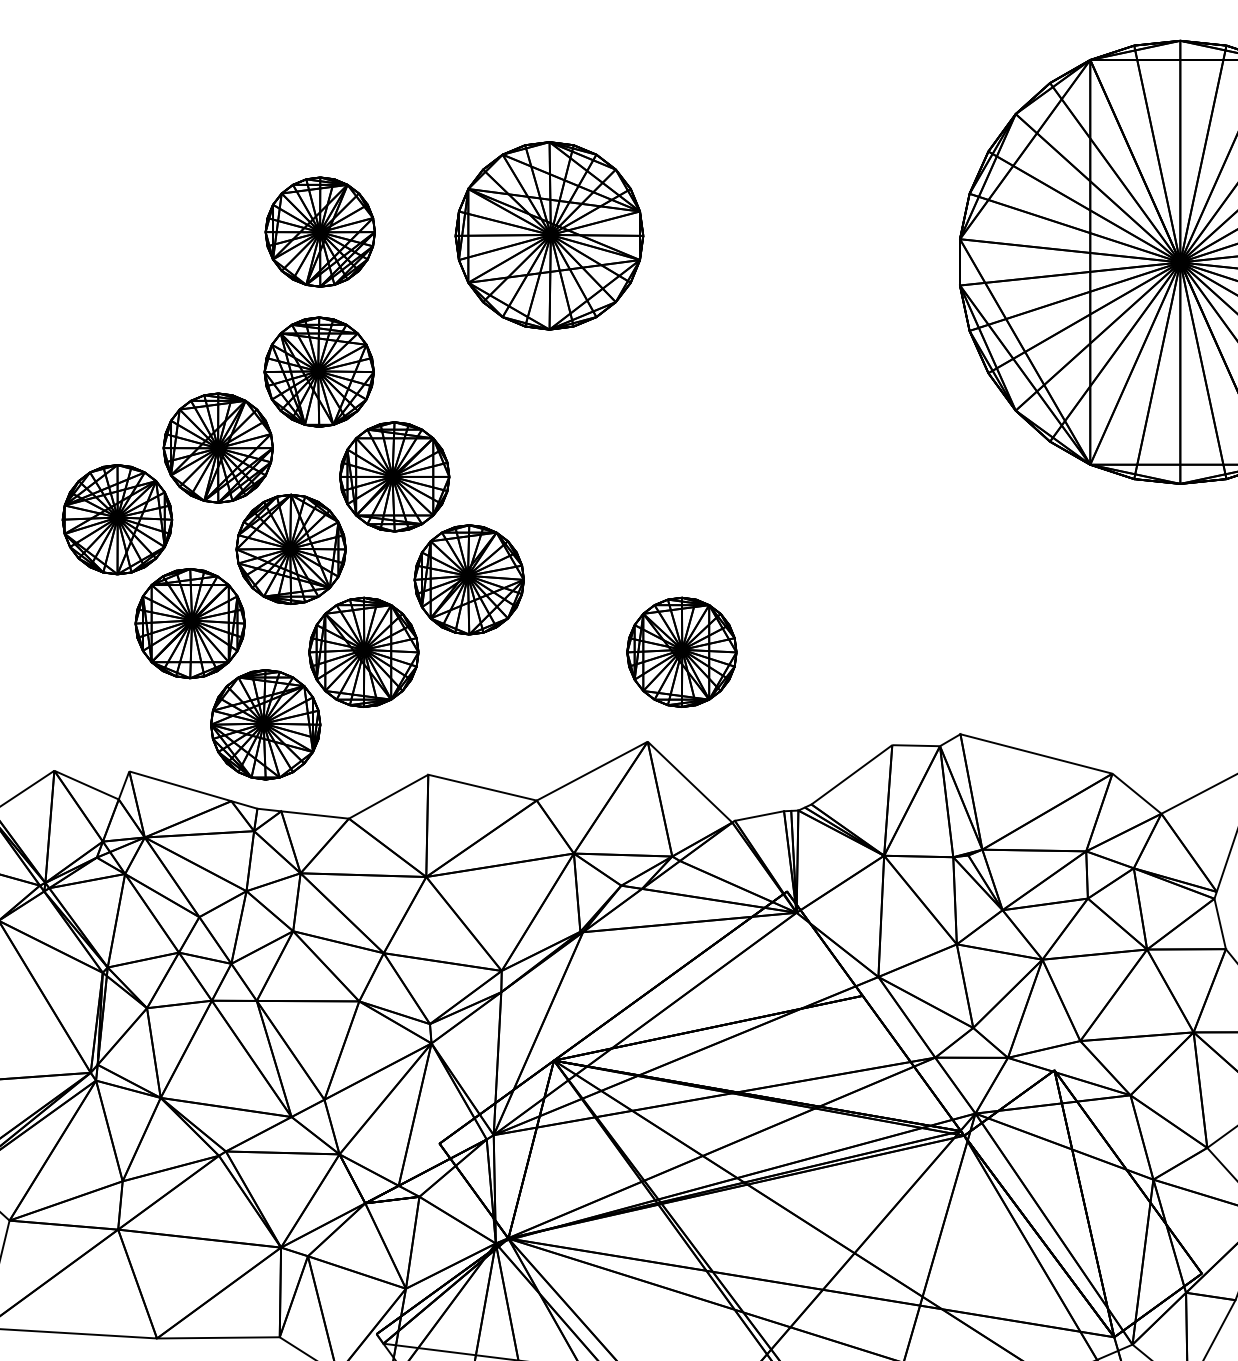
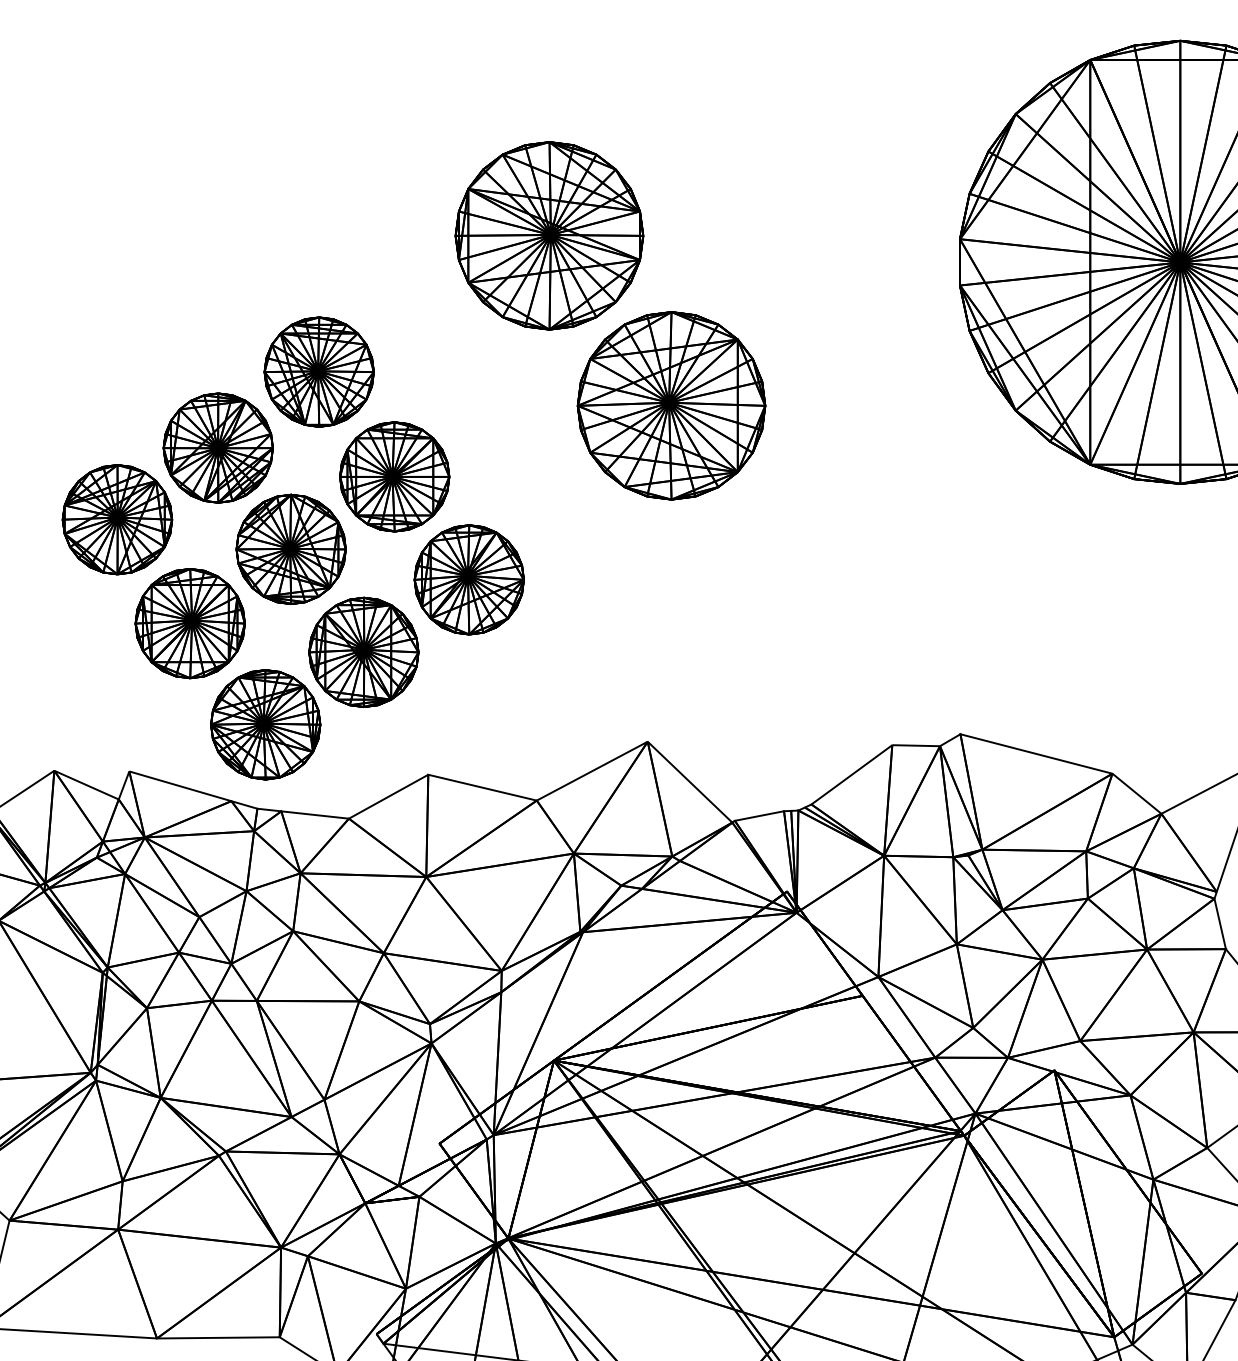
part at (319, 231): present -> none
part at (671, 405): none -> present
part at (681, 651): present -> none
